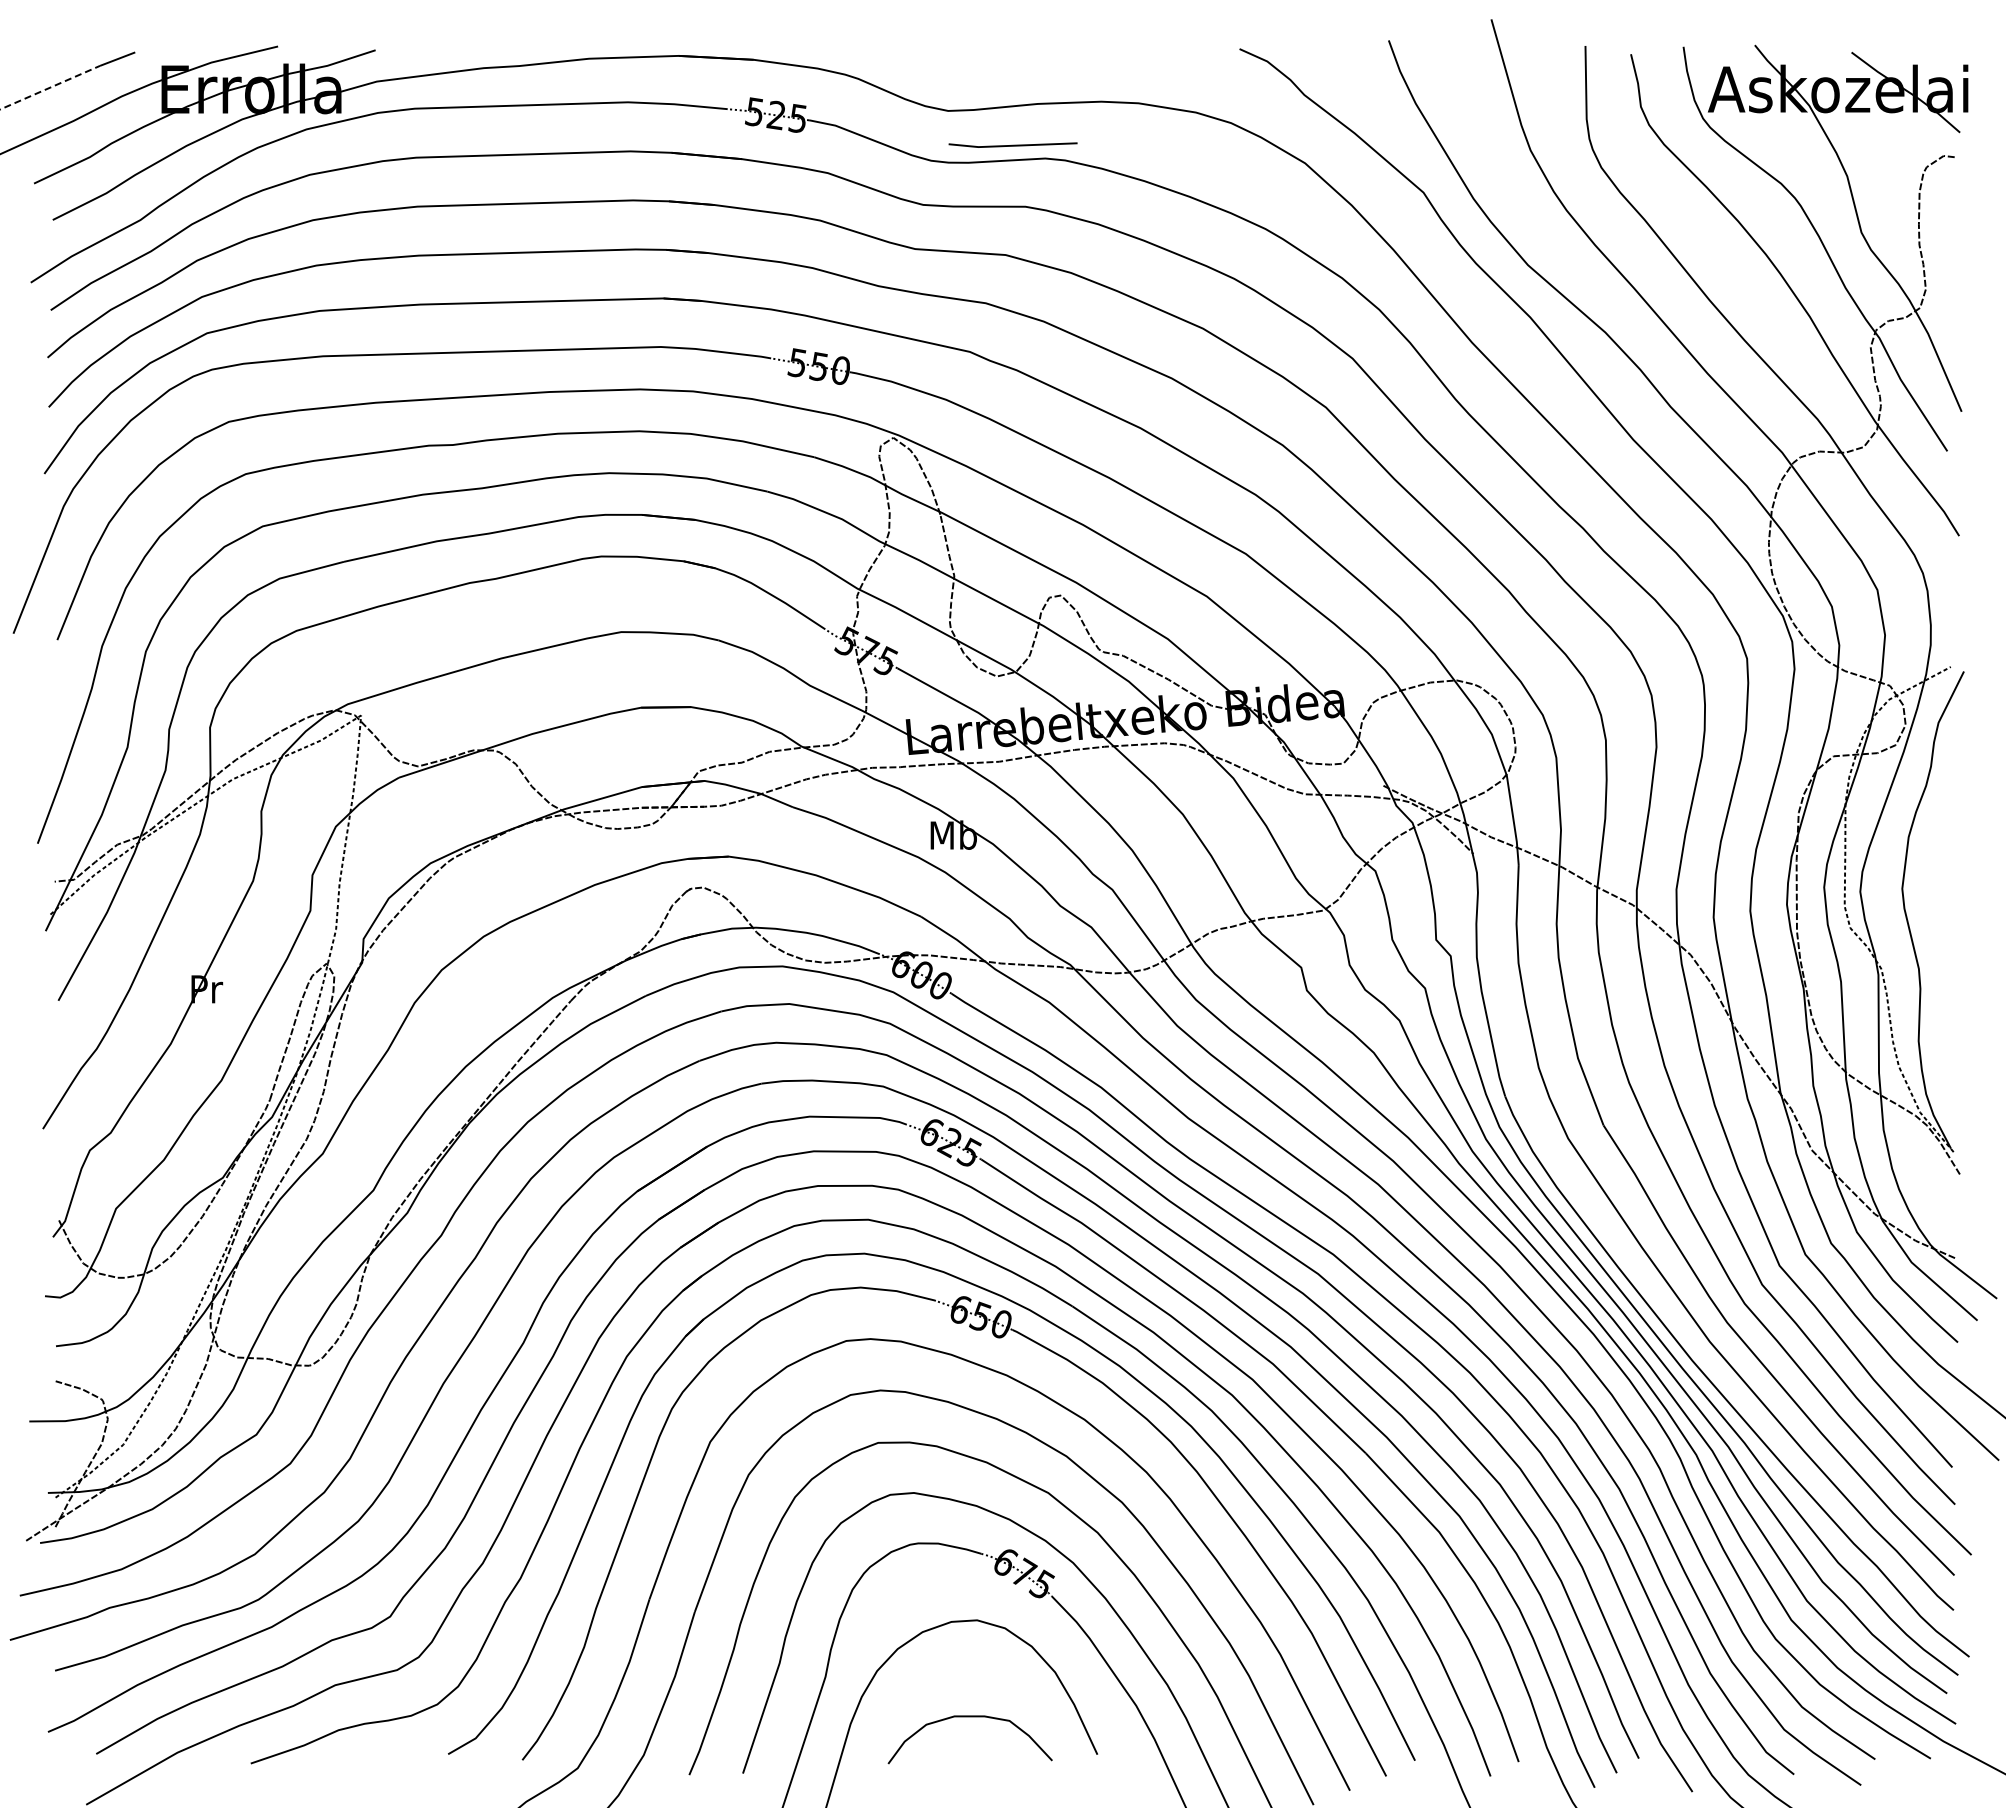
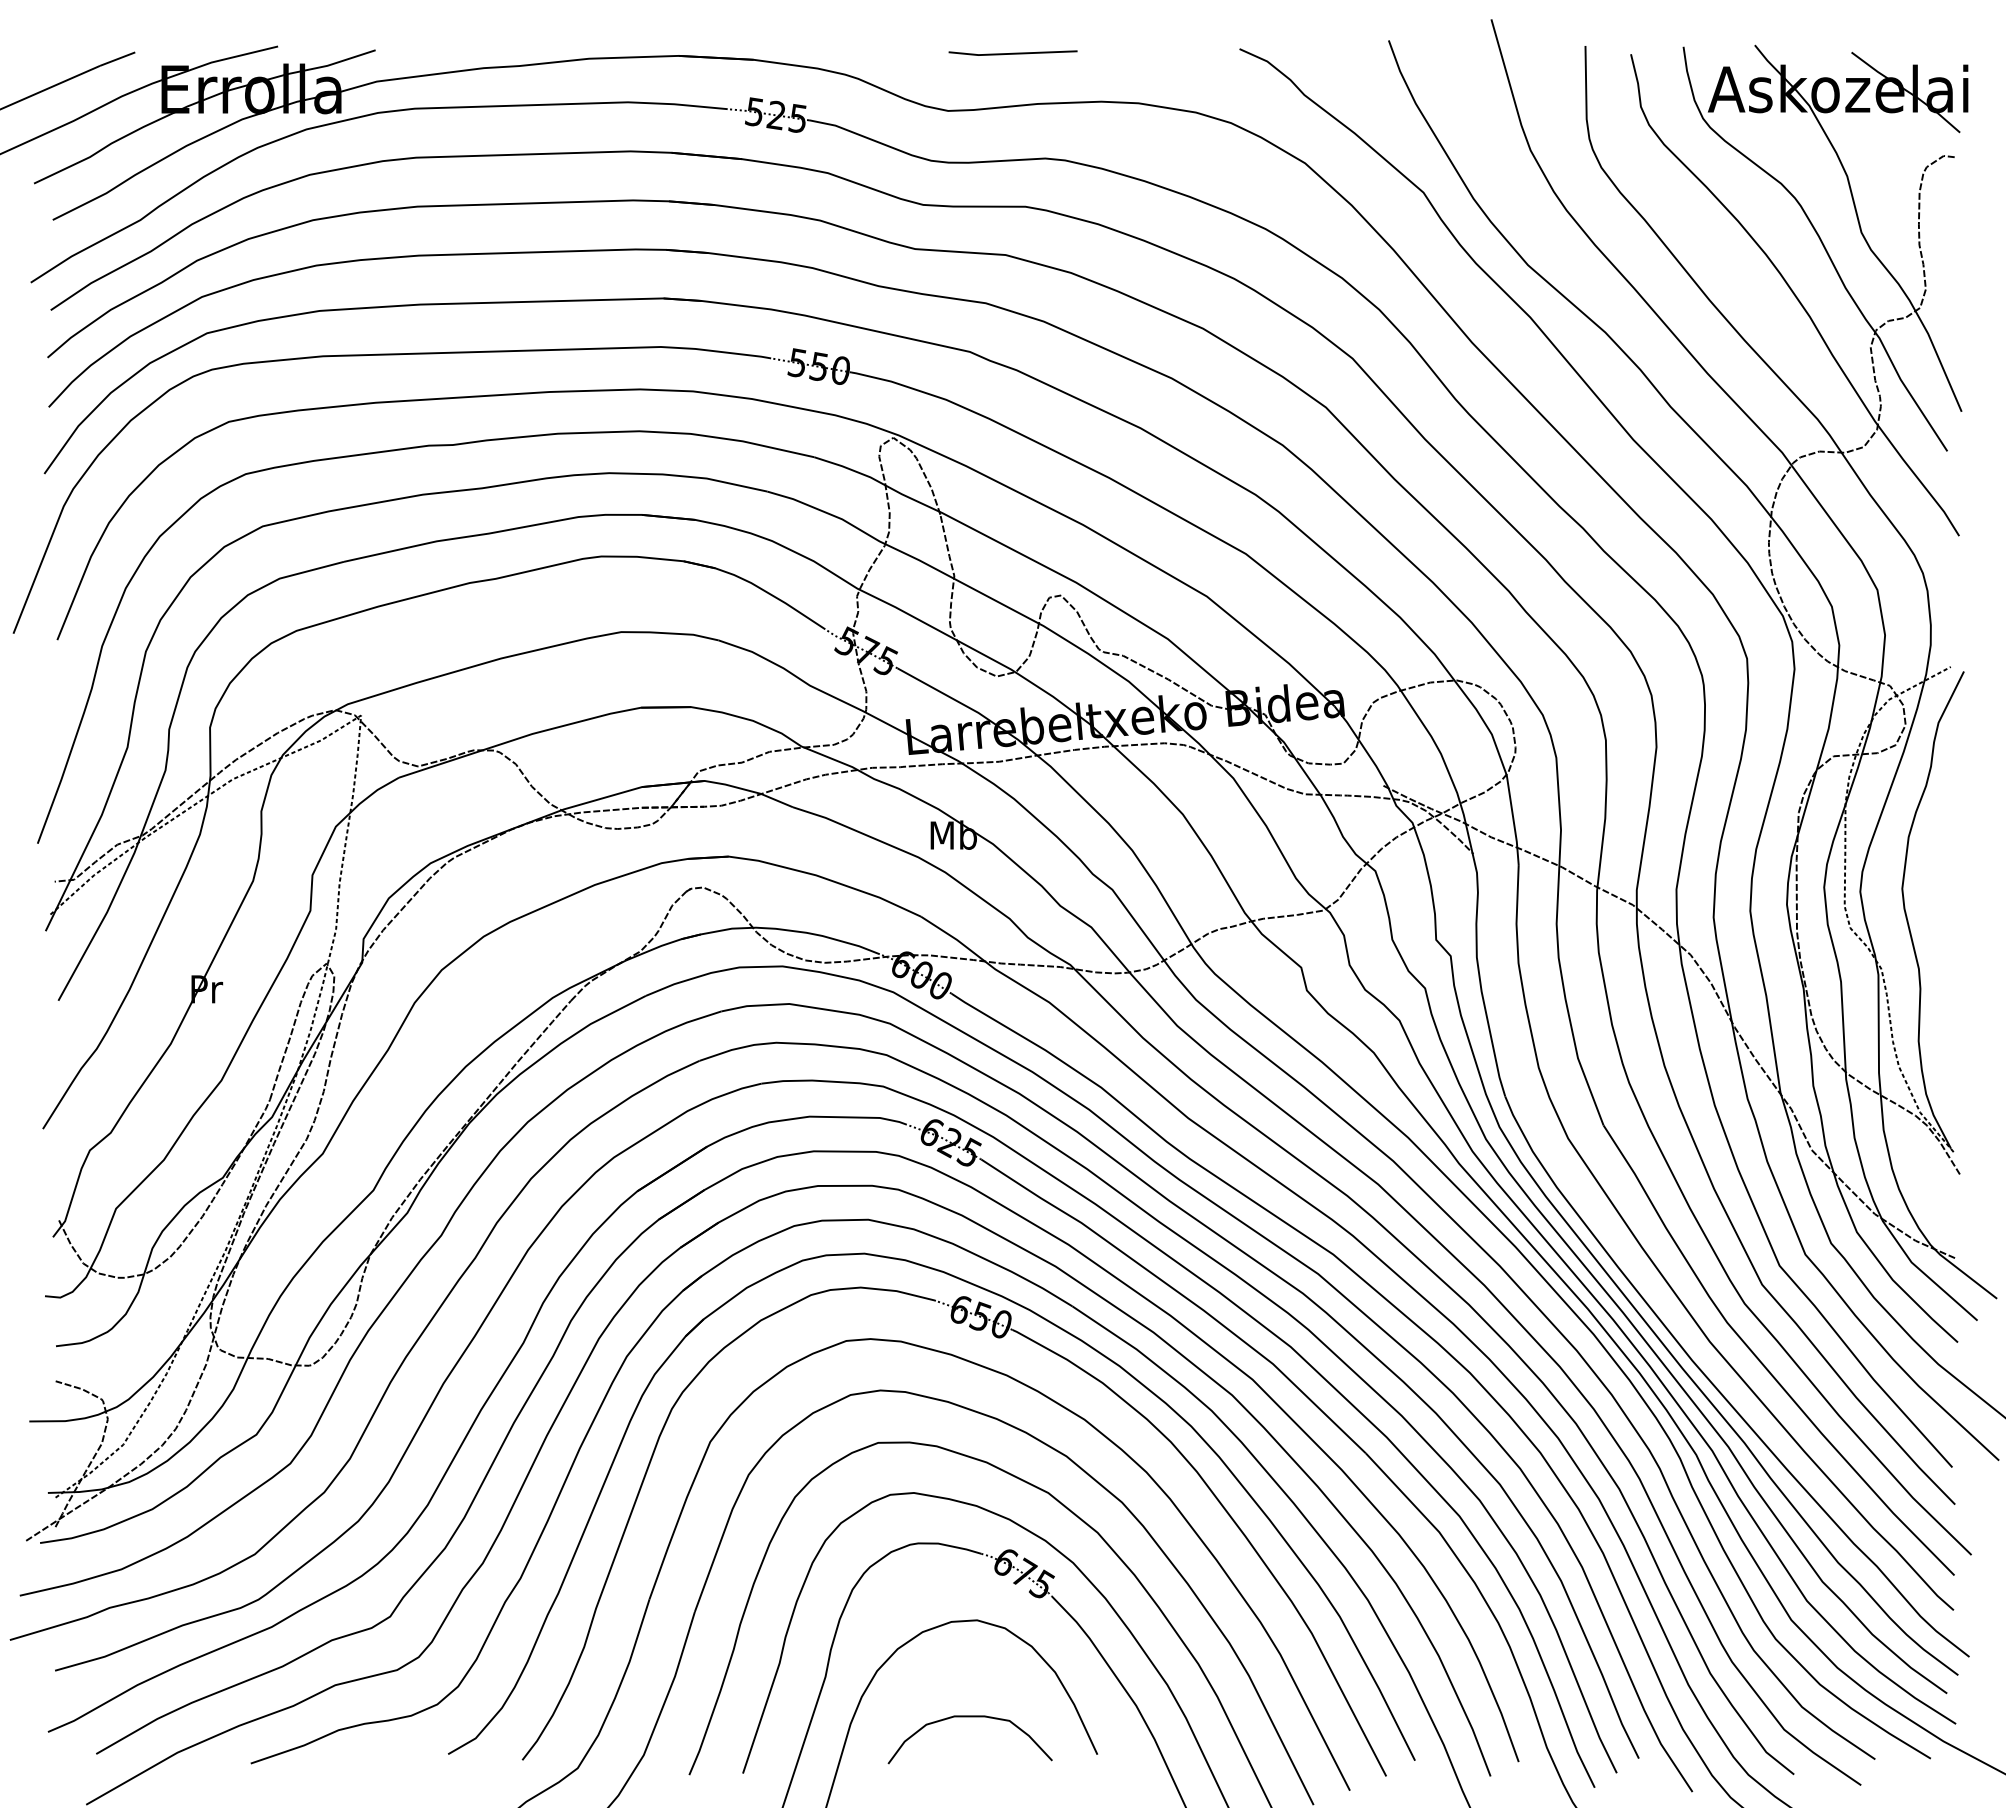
line at (50, 87): dashed -> solid
line at (1012, 144) position: (1012, 144) -> (1012, 52)
